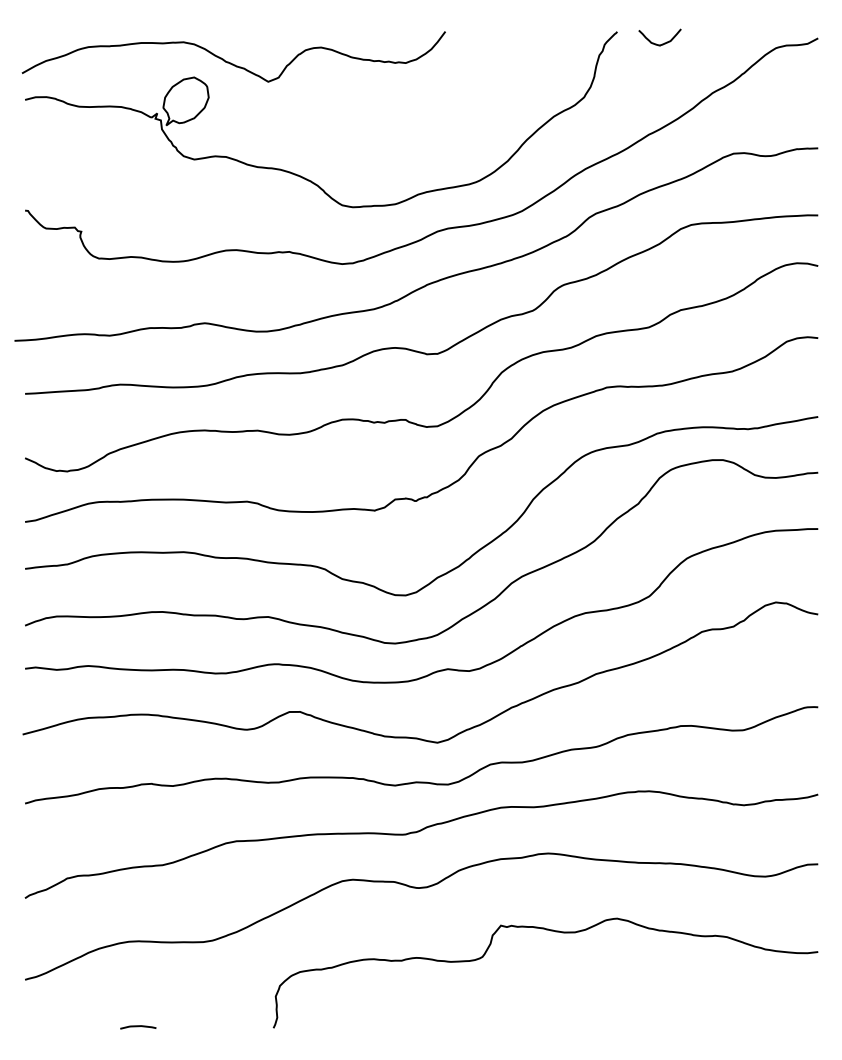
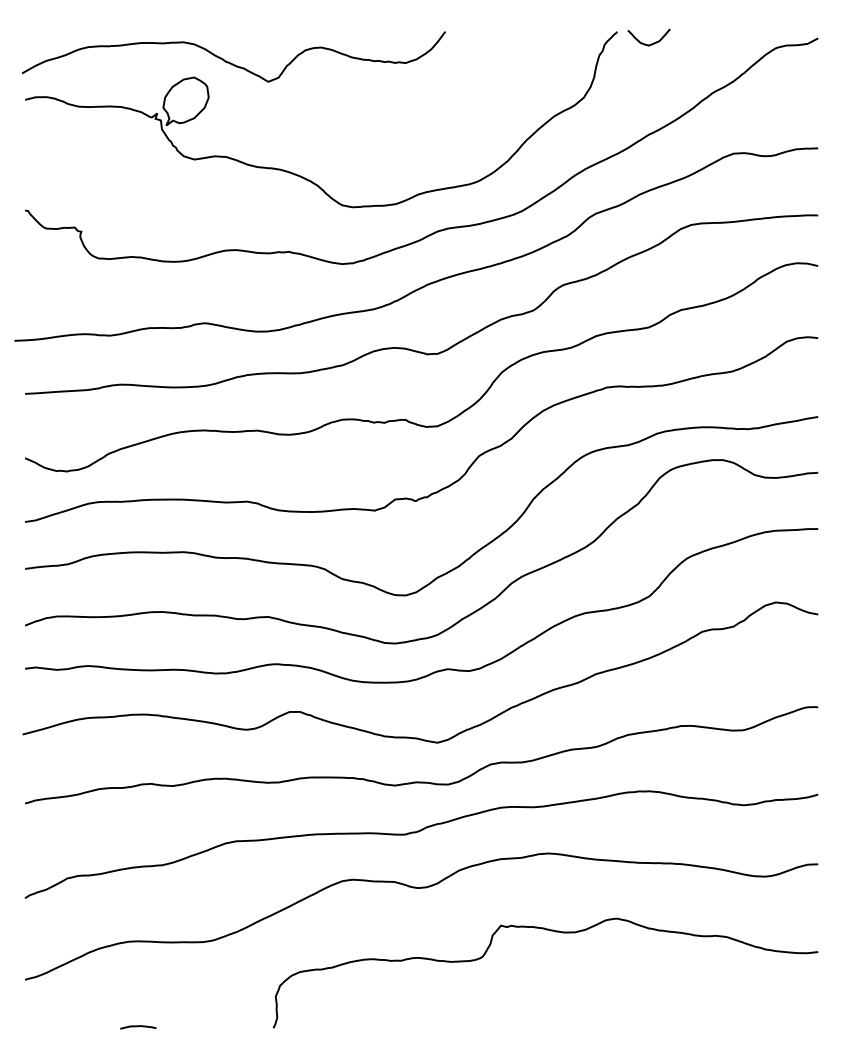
curve at (656, 43) position: (656, 43) -> (645, 43)
